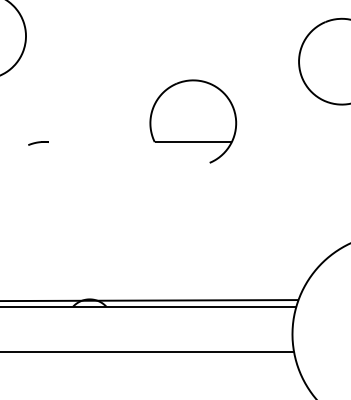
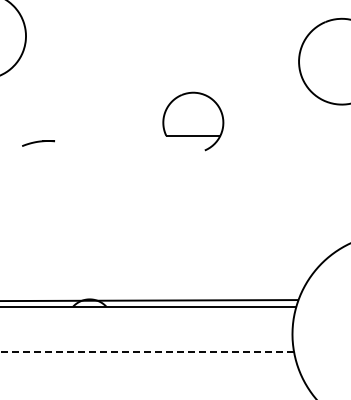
part at (193, 121) size: 89x85 px -> 63x61 px
part at (38, 143) size: 21x5 px -> 33x7 px
line at (147, 351): solid -> dashed
